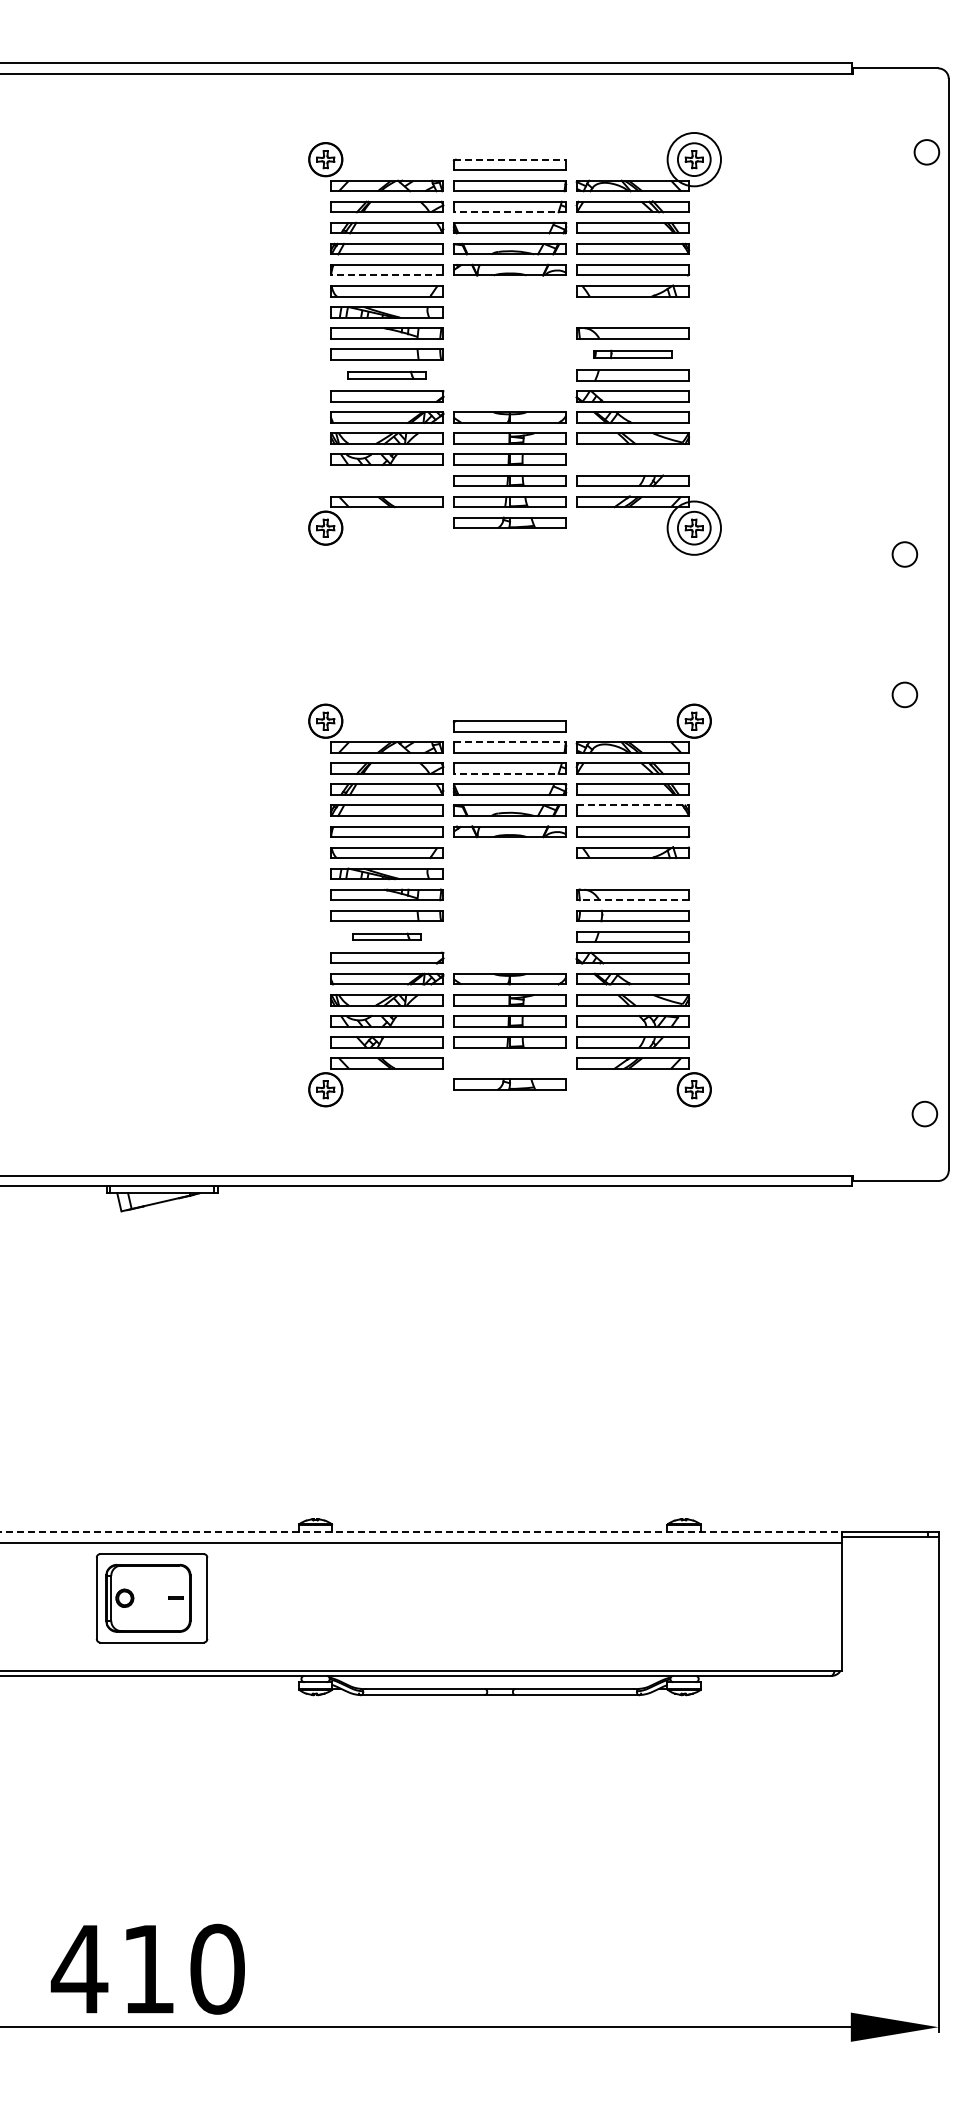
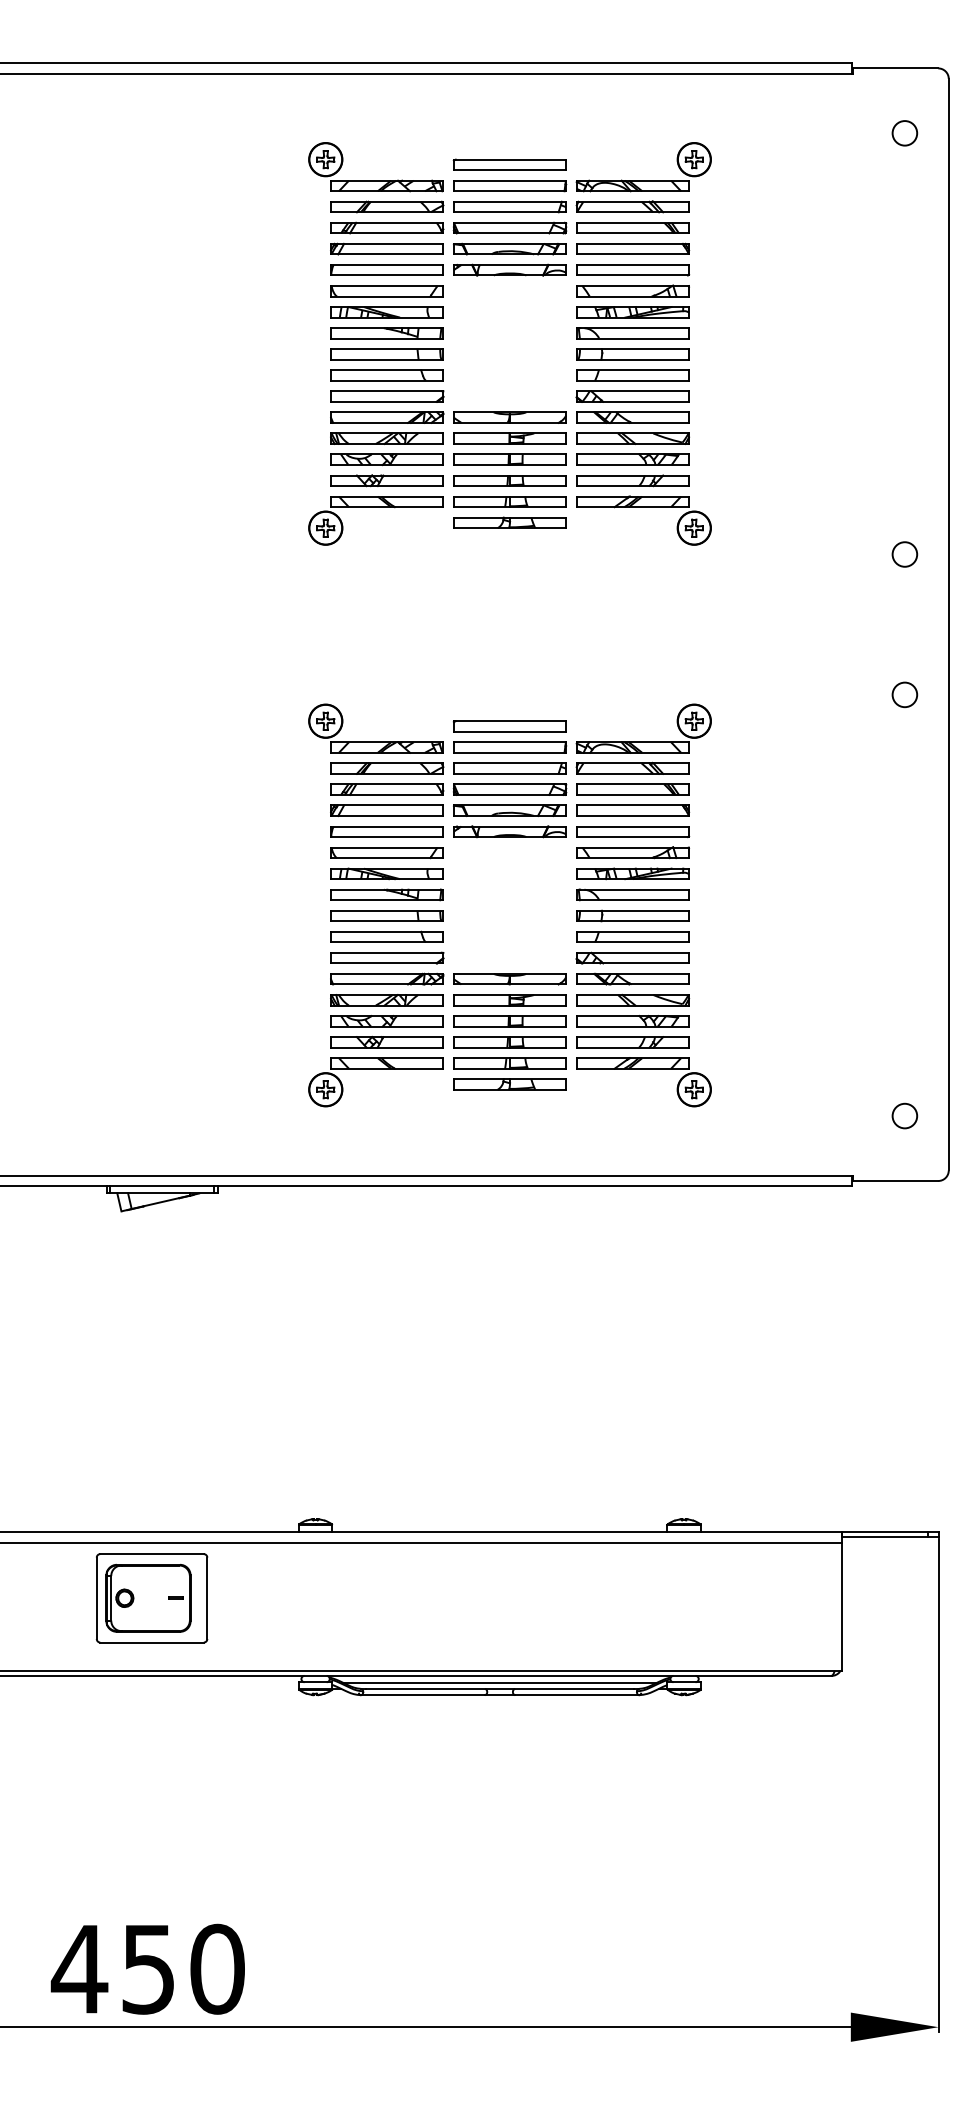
circle at (926, 152) position: (926, 152) -> (904, 133)
line at (510, 159): dashed -> solid
circle at (693, 159) diameter: 53 px -> 33 px
line at (509, 212): dashed -> solid
line at (386, 275): dashed -> solid
part at (632, 312): none -> present
part at (632, 354) size: 80x11 px -> 114x13 px
part at (386, 374) size: 80x10 px -> 114x13 px
part at (632, 459): none -> present
part at (386, 480): none -> present
circle at (693, 527) diameter: 53 px -> 33 px
line at (510, 742): dashed -> solid
line at (509, 773): dashed -> solid
line at (633, 805): dashed -> solid
part at (632, 873): none -> present
line at (632, 900): dashed -> solid
part at (386, 936) size: 70x9 px -> 114x13 px
part at (509, 1063): none -> present
circle at (924, 1113) position: (924, 1113) -> (904, 1115)
line at (421, 1532): dashed -> solid
line at (499, 1682): none -> present
text at (147, 1969): 410 -> 450
